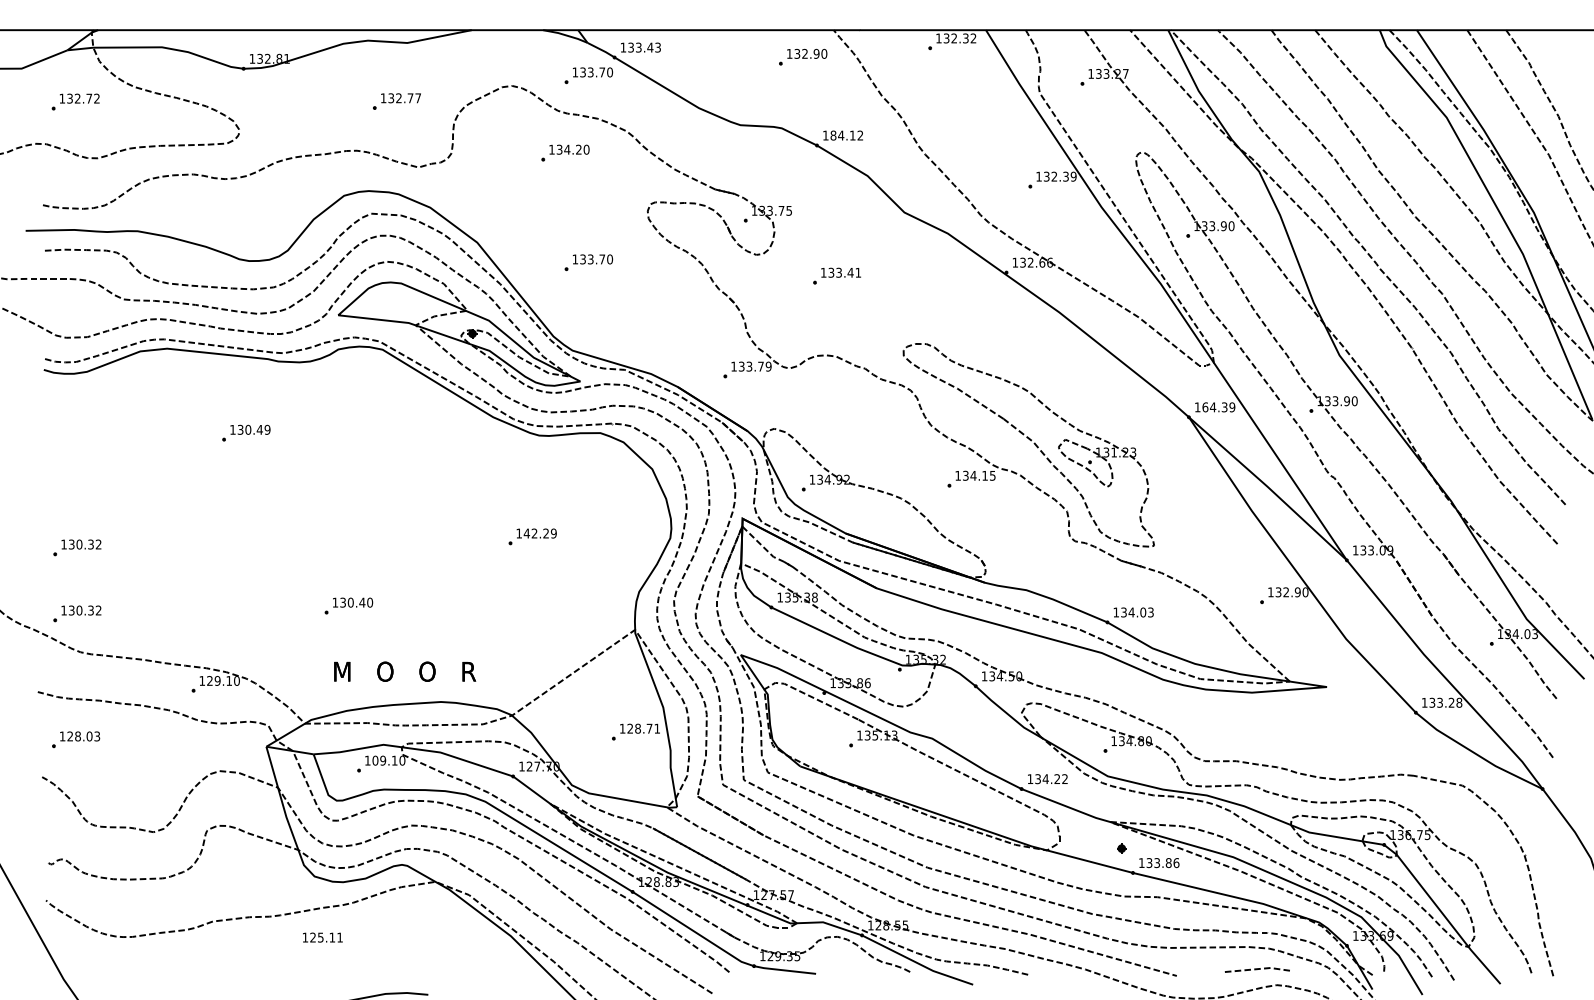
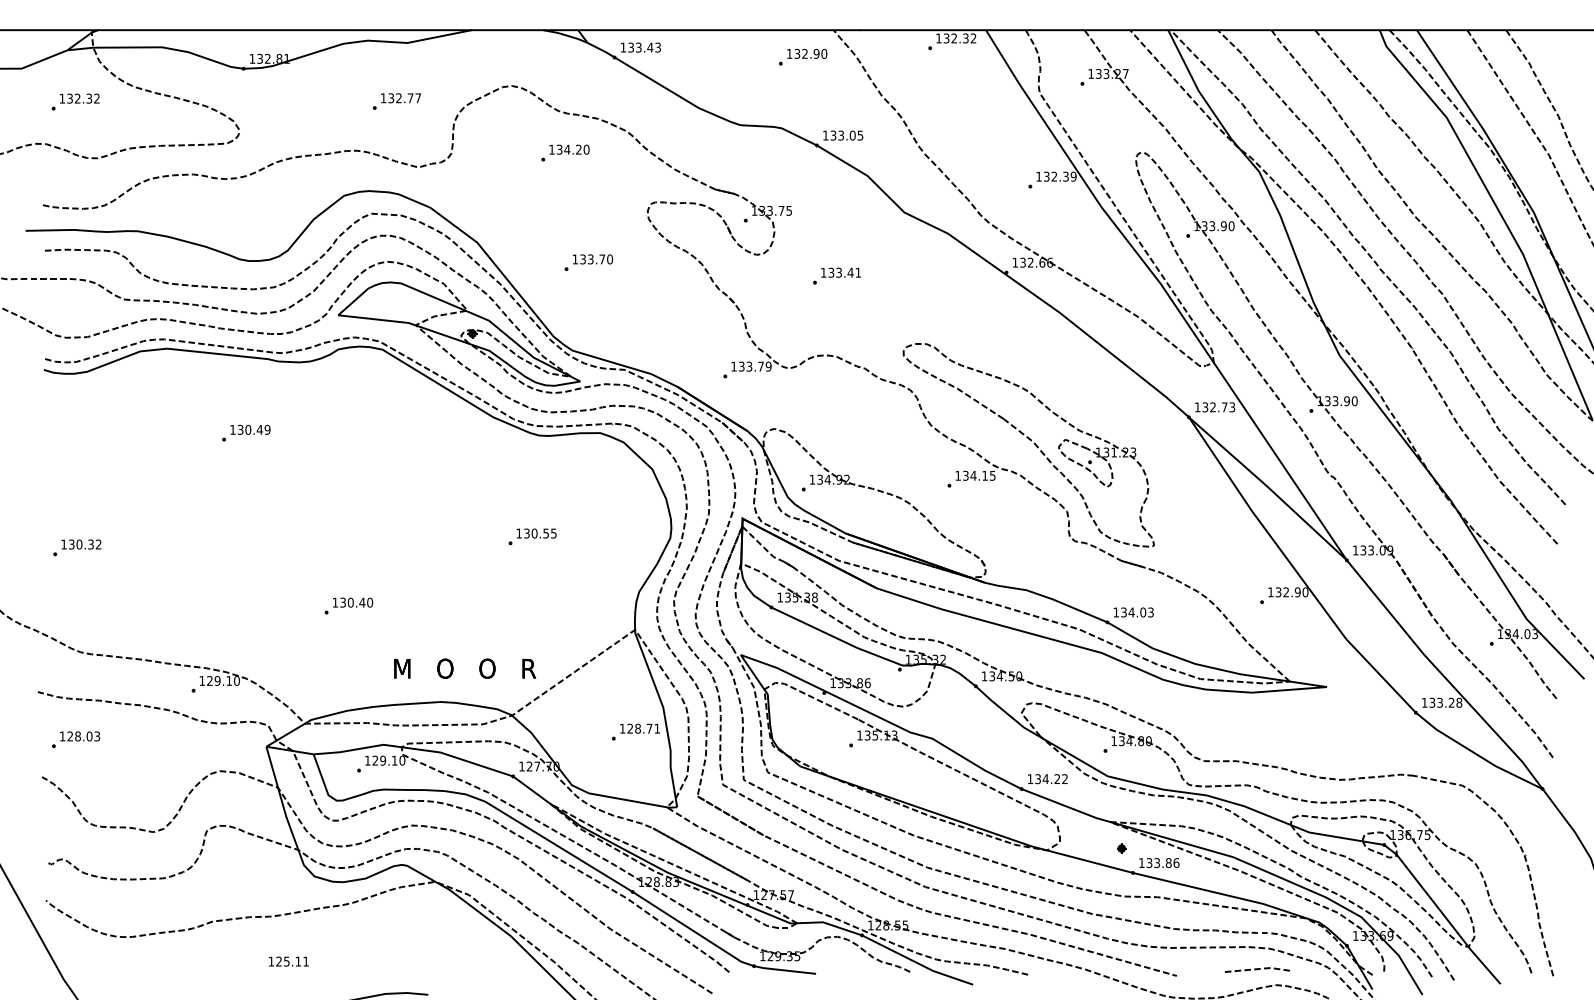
part at (588, 75): present -> none
text at (89, 98): 132.72 -> 132.32
text at (846, 135): 184.12 -> 133.05
text at (1218, 407): 164.39 -> 132.73
text at (539, 533): 142.29 -> 130.55
part at (77, 613): present -> none
text at (405, 671) position: (405, 671) -> (465, 668)
text at (375, 760): 109.10 -> 129.10
text at (322, 937) position: (322, 937) -> (288, 961)
